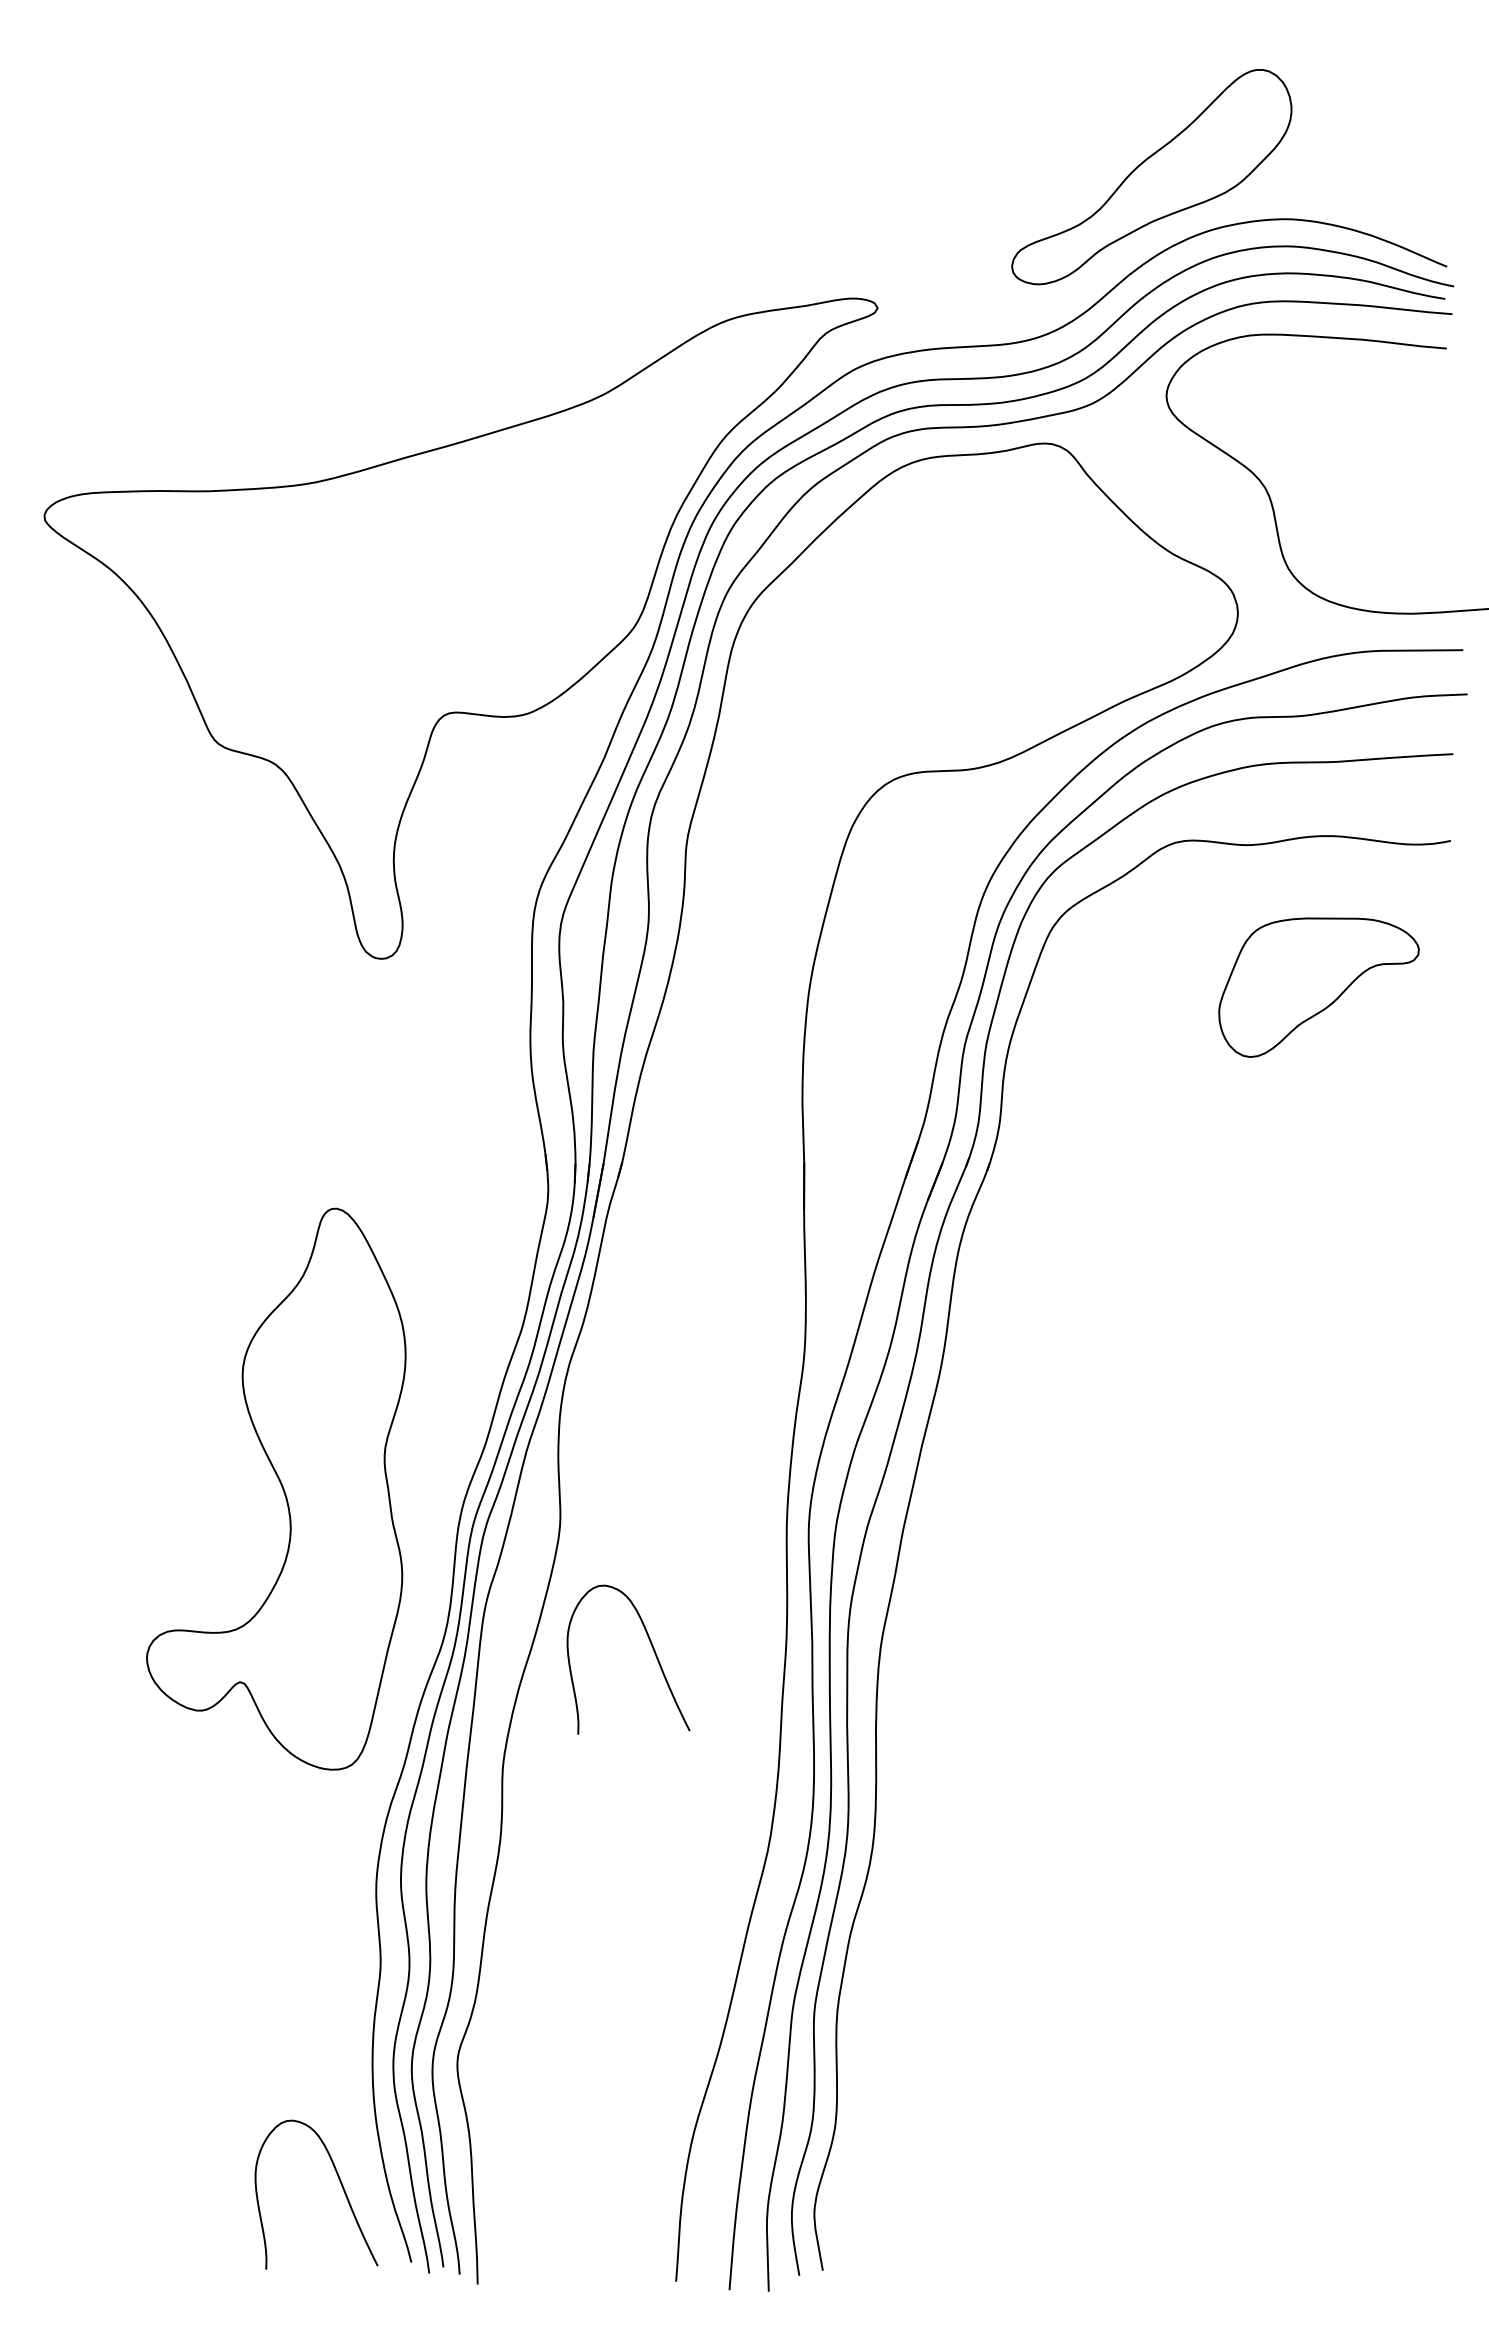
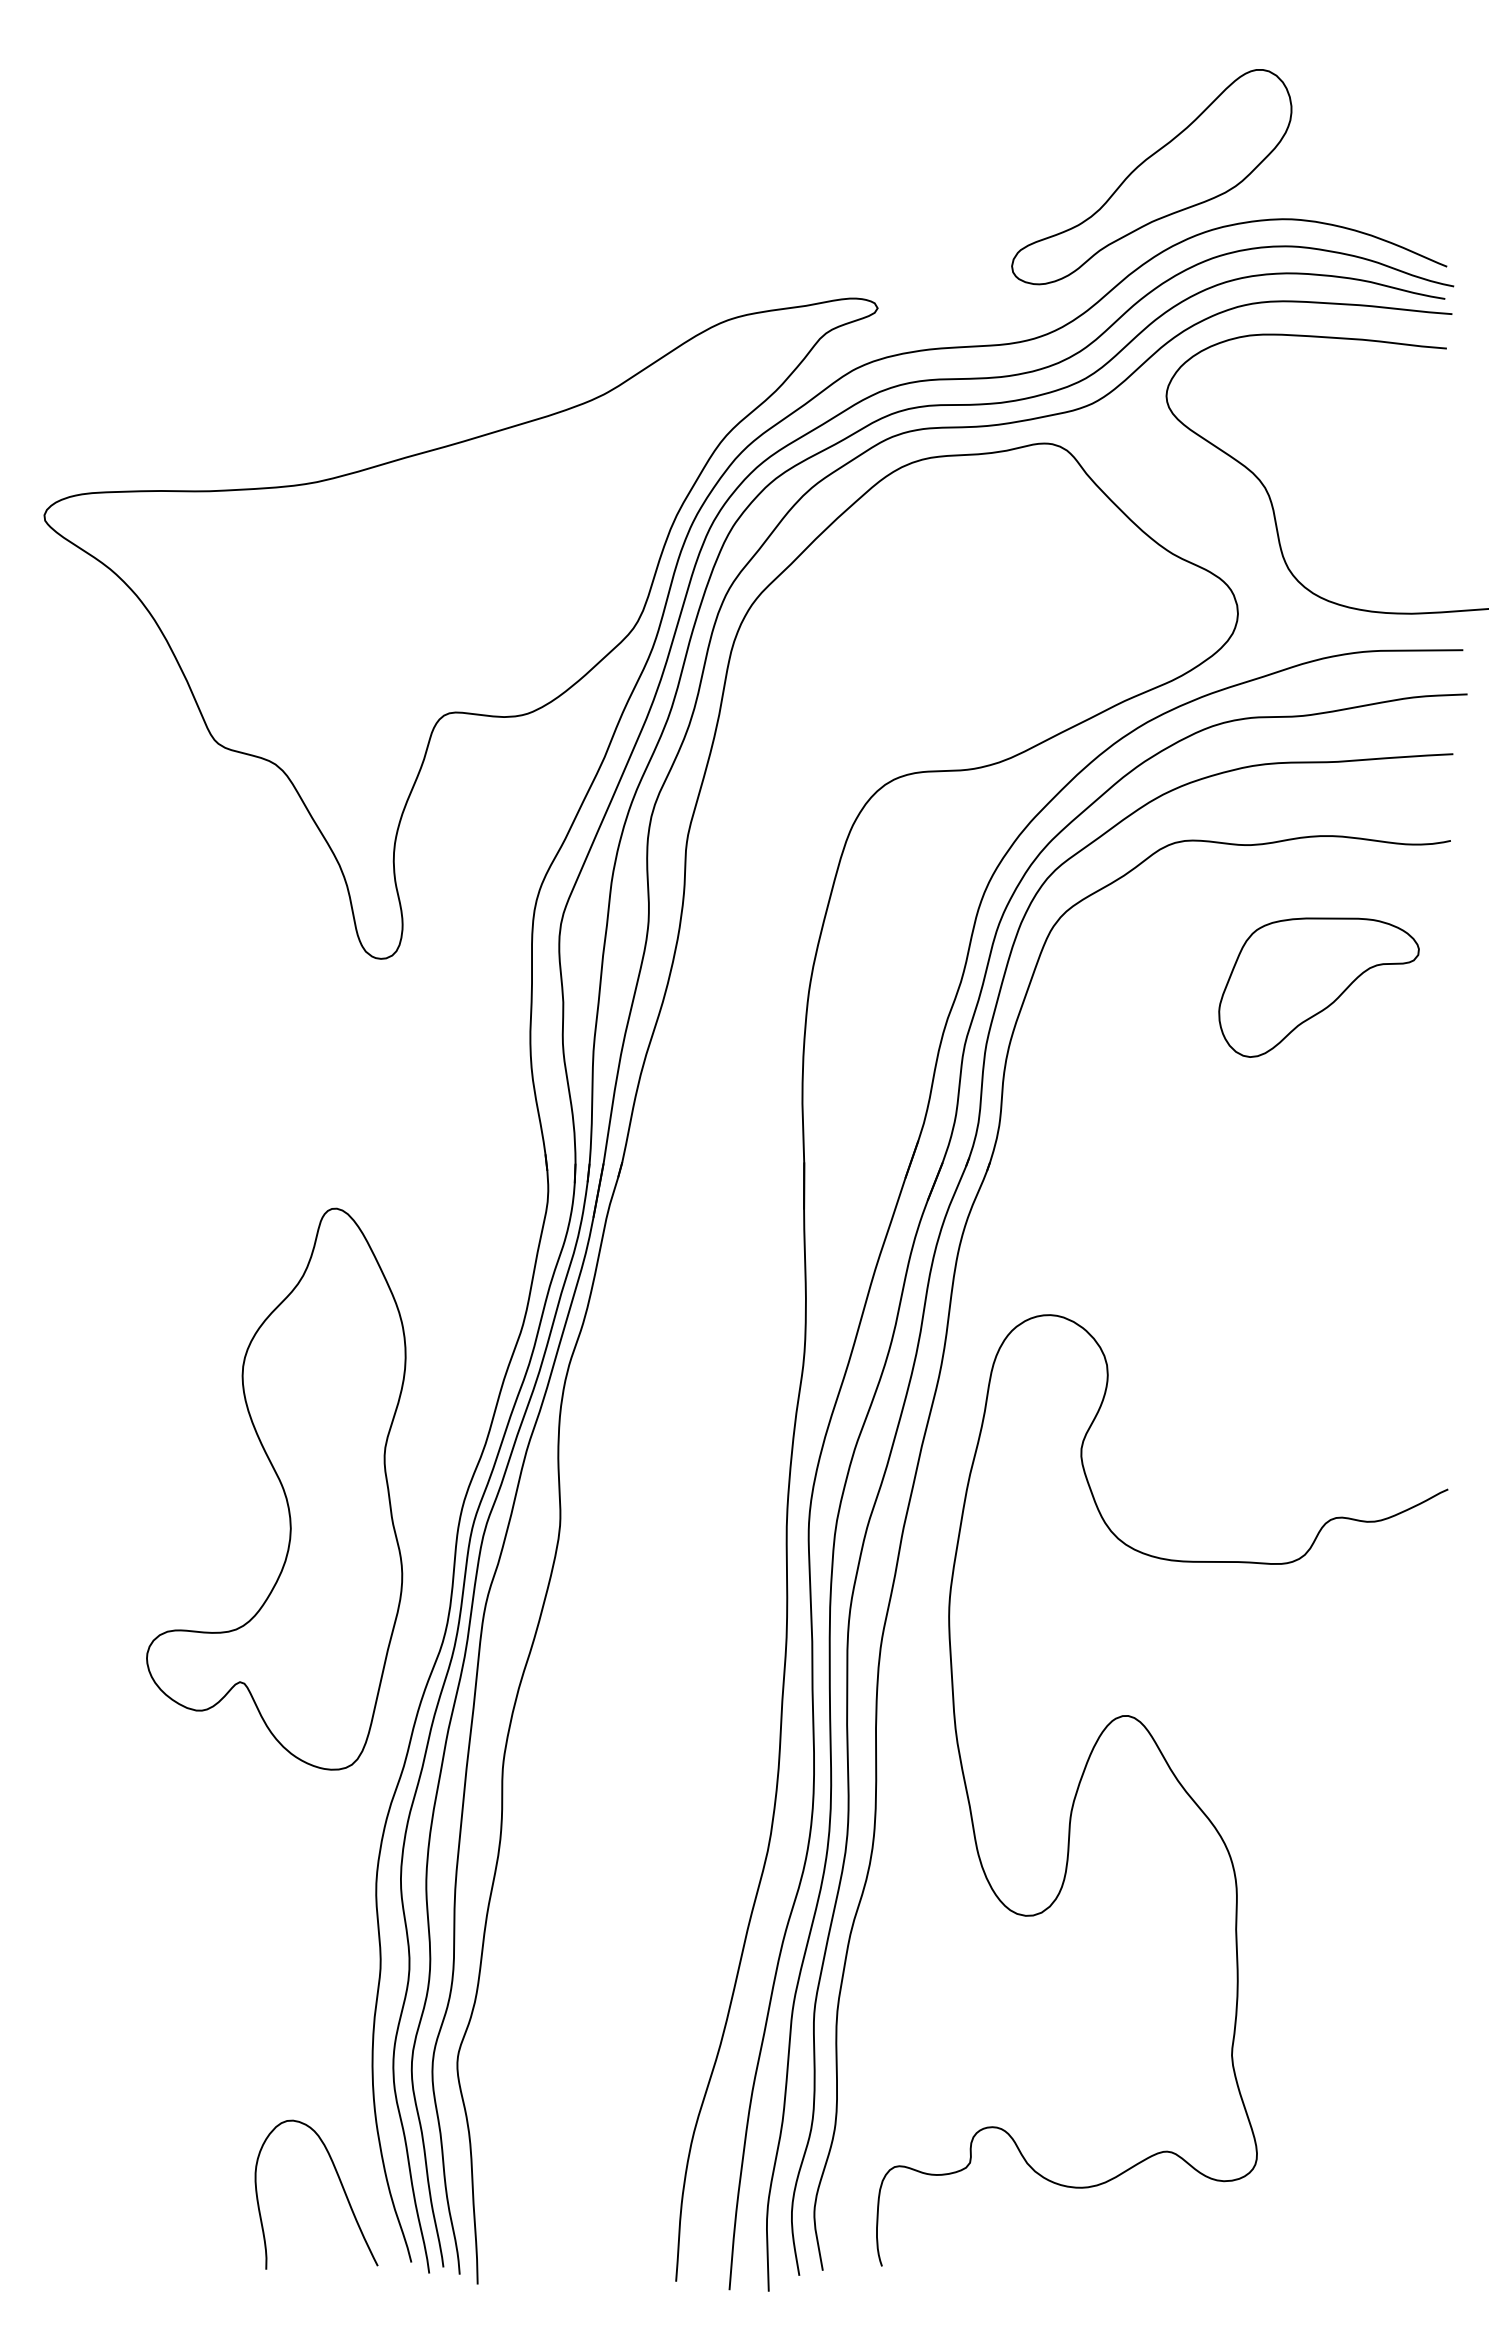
curve at (652, 1649): present -> none
curve at (1176, 1780): none -> present
